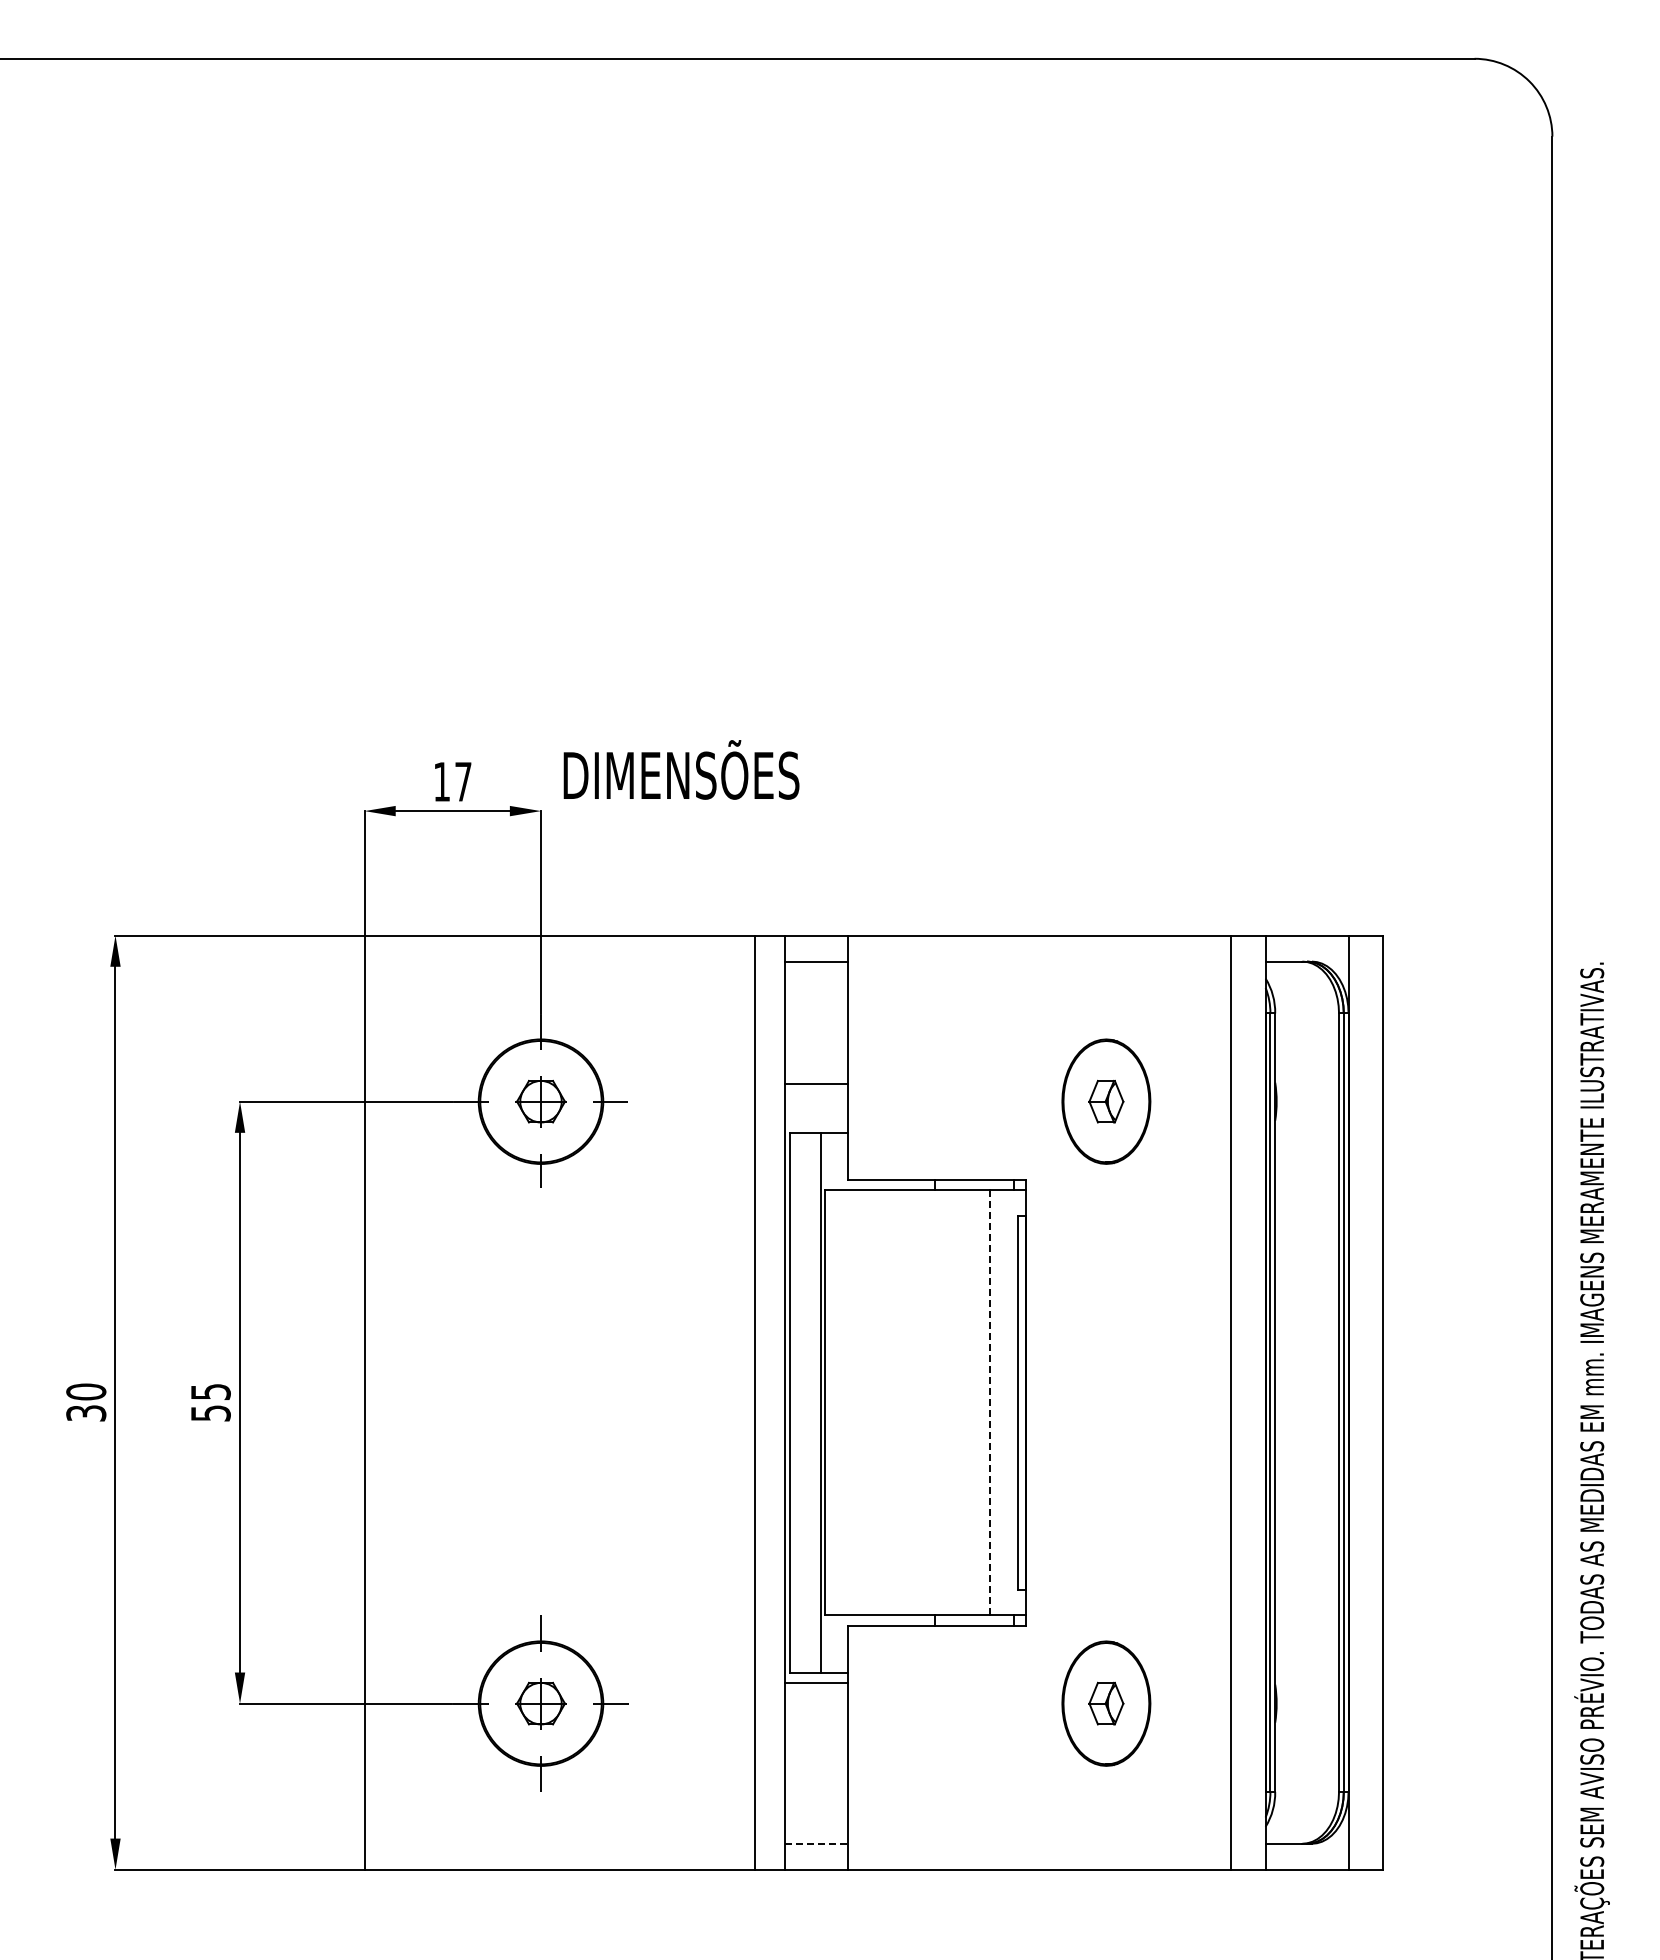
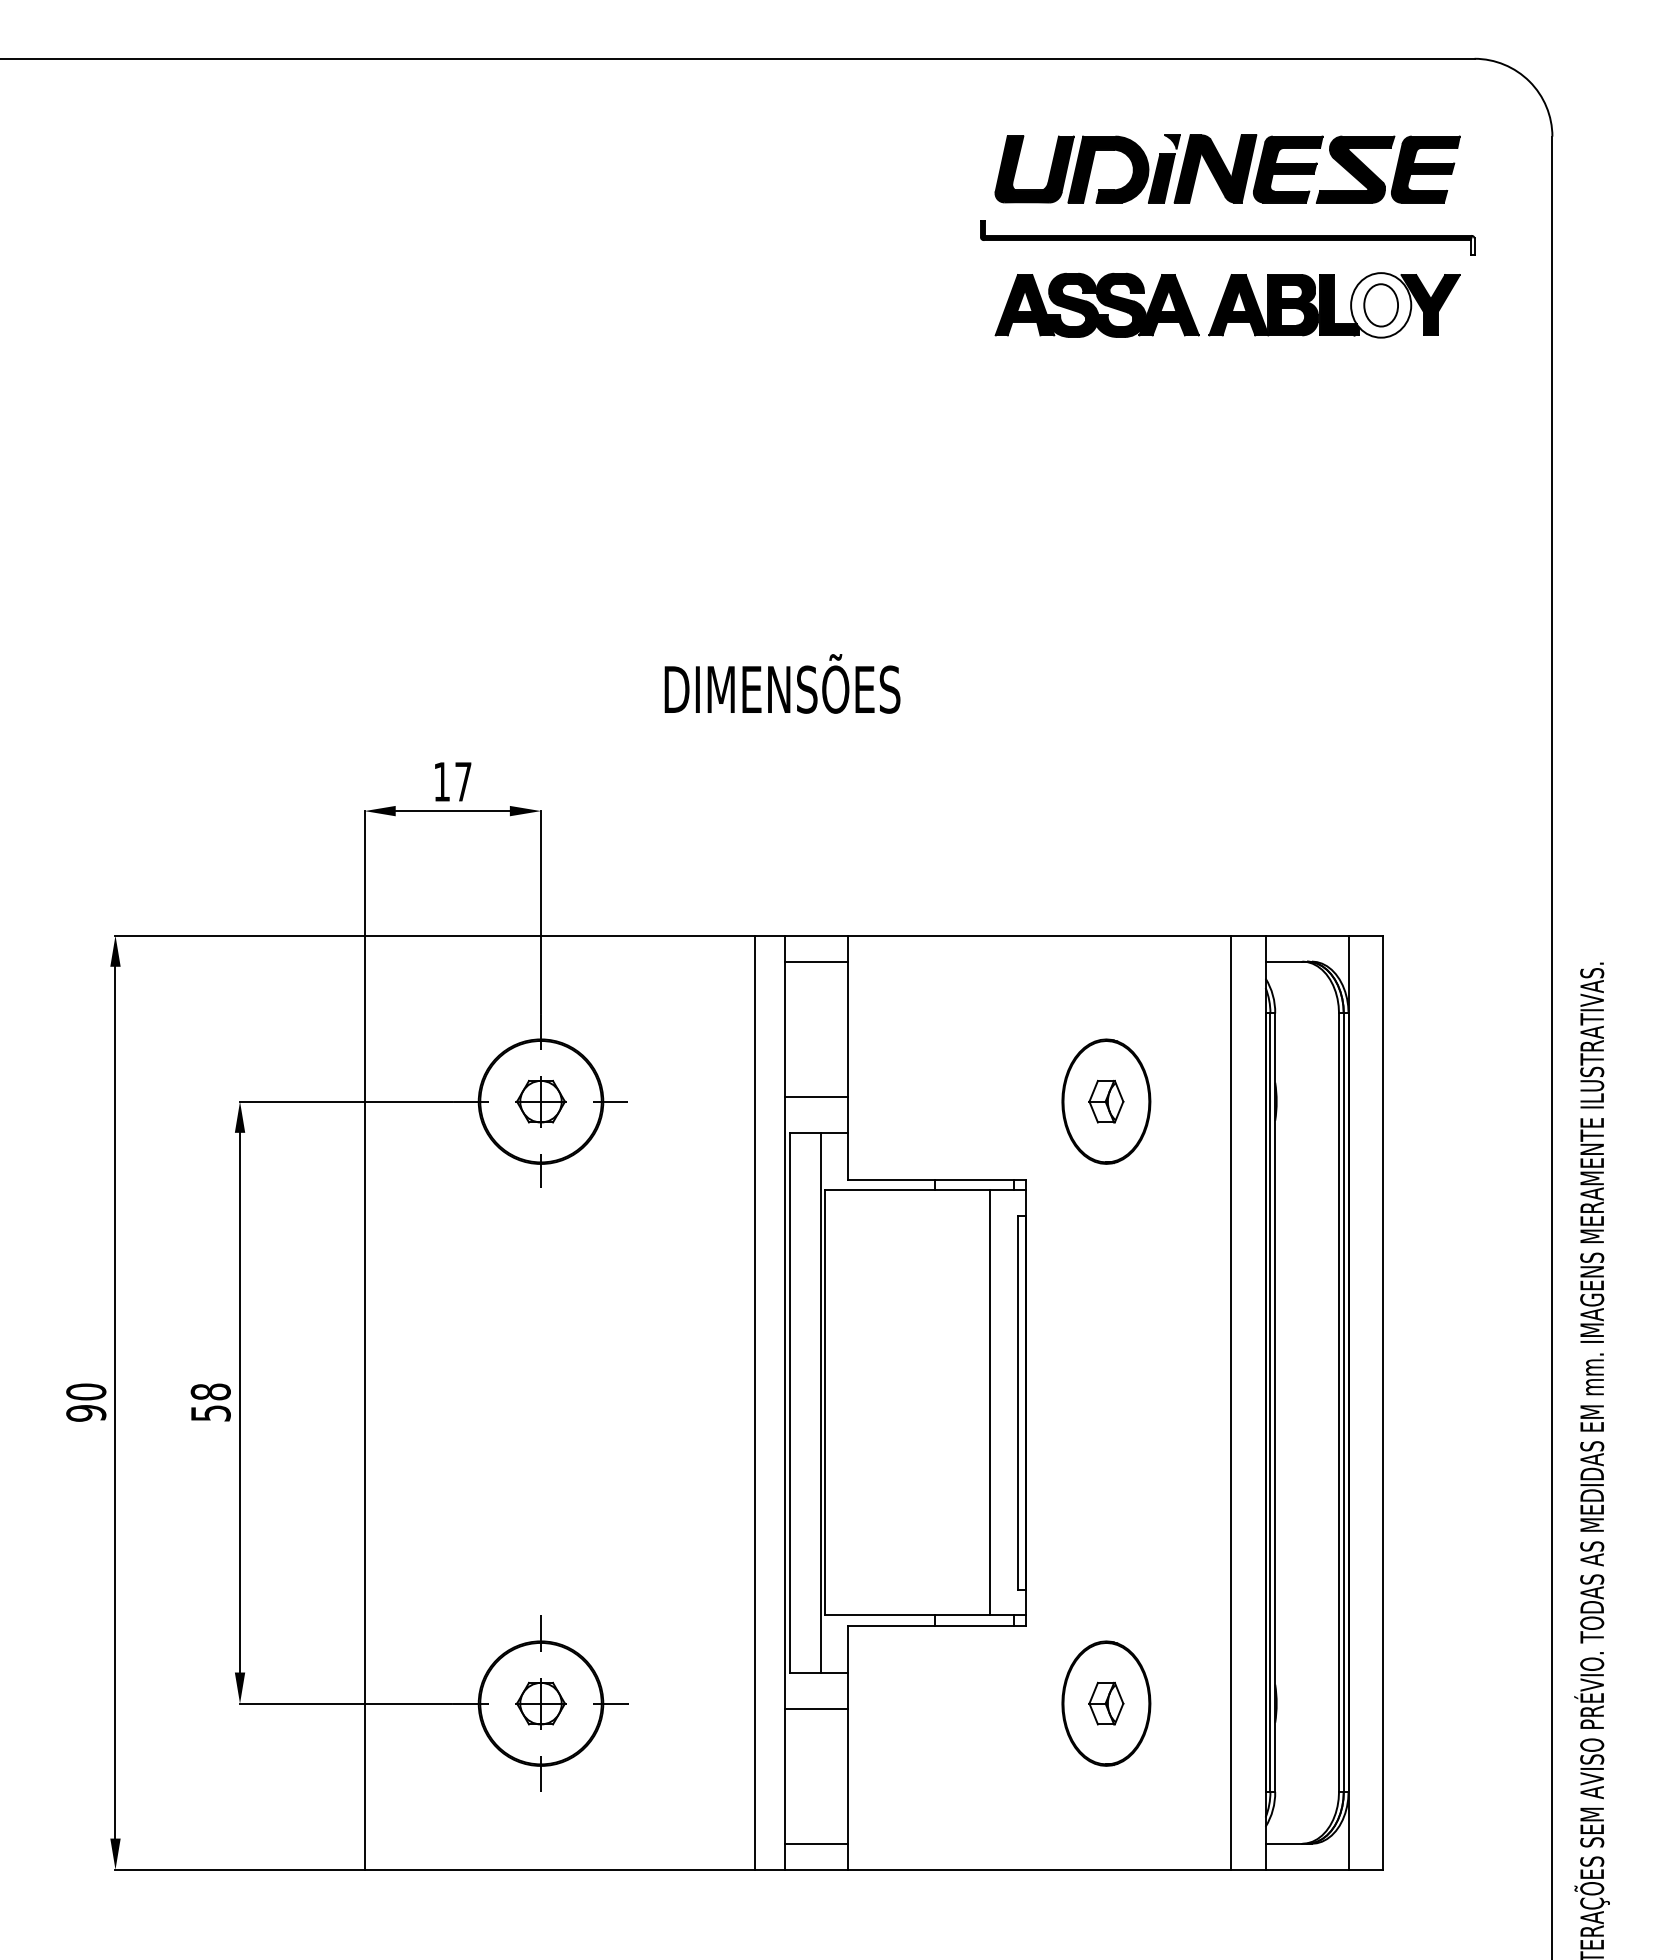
part at (1227, 236): none -> present
text at (681, 769) position: (681, 769) -> (782, 683)
line at (816, 1083) position: (816, 1083) -> (816, 1096)
text at (210, 1391): 55 -> 58
line at (990, 1402): dashed -> solid
text at (86, 1413): 30 -> 90
line at (816, 1682) position: (816, 1682) -> (816, 1708)
line at (816, 1843): dashed -> solid
